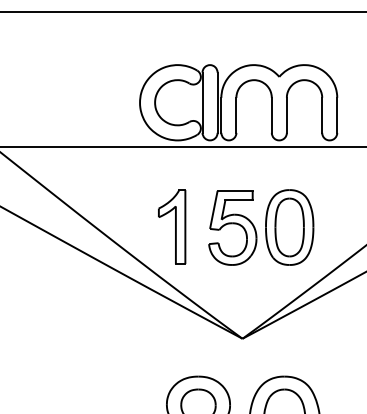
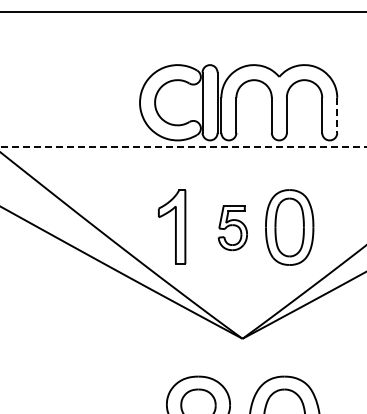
line at (337, 115): solid -> dashed
line at (183, 146): solid -> dashed
part at (232, 227) size: 50x76 px -> 31x47 px
